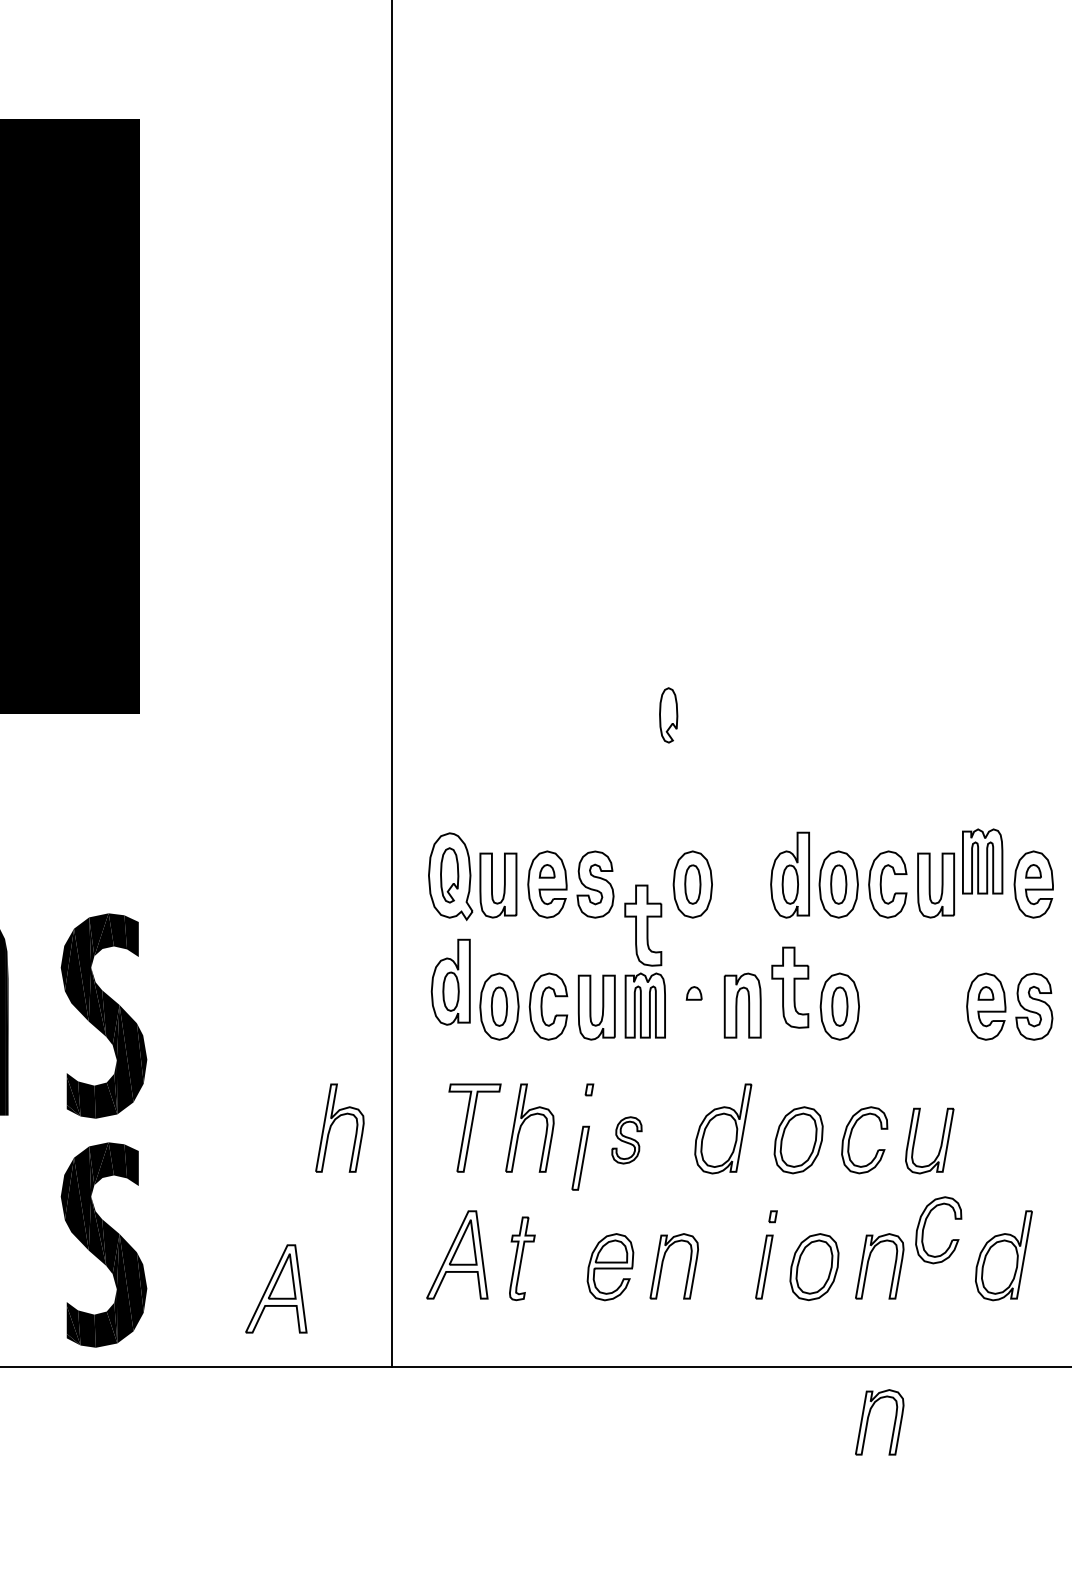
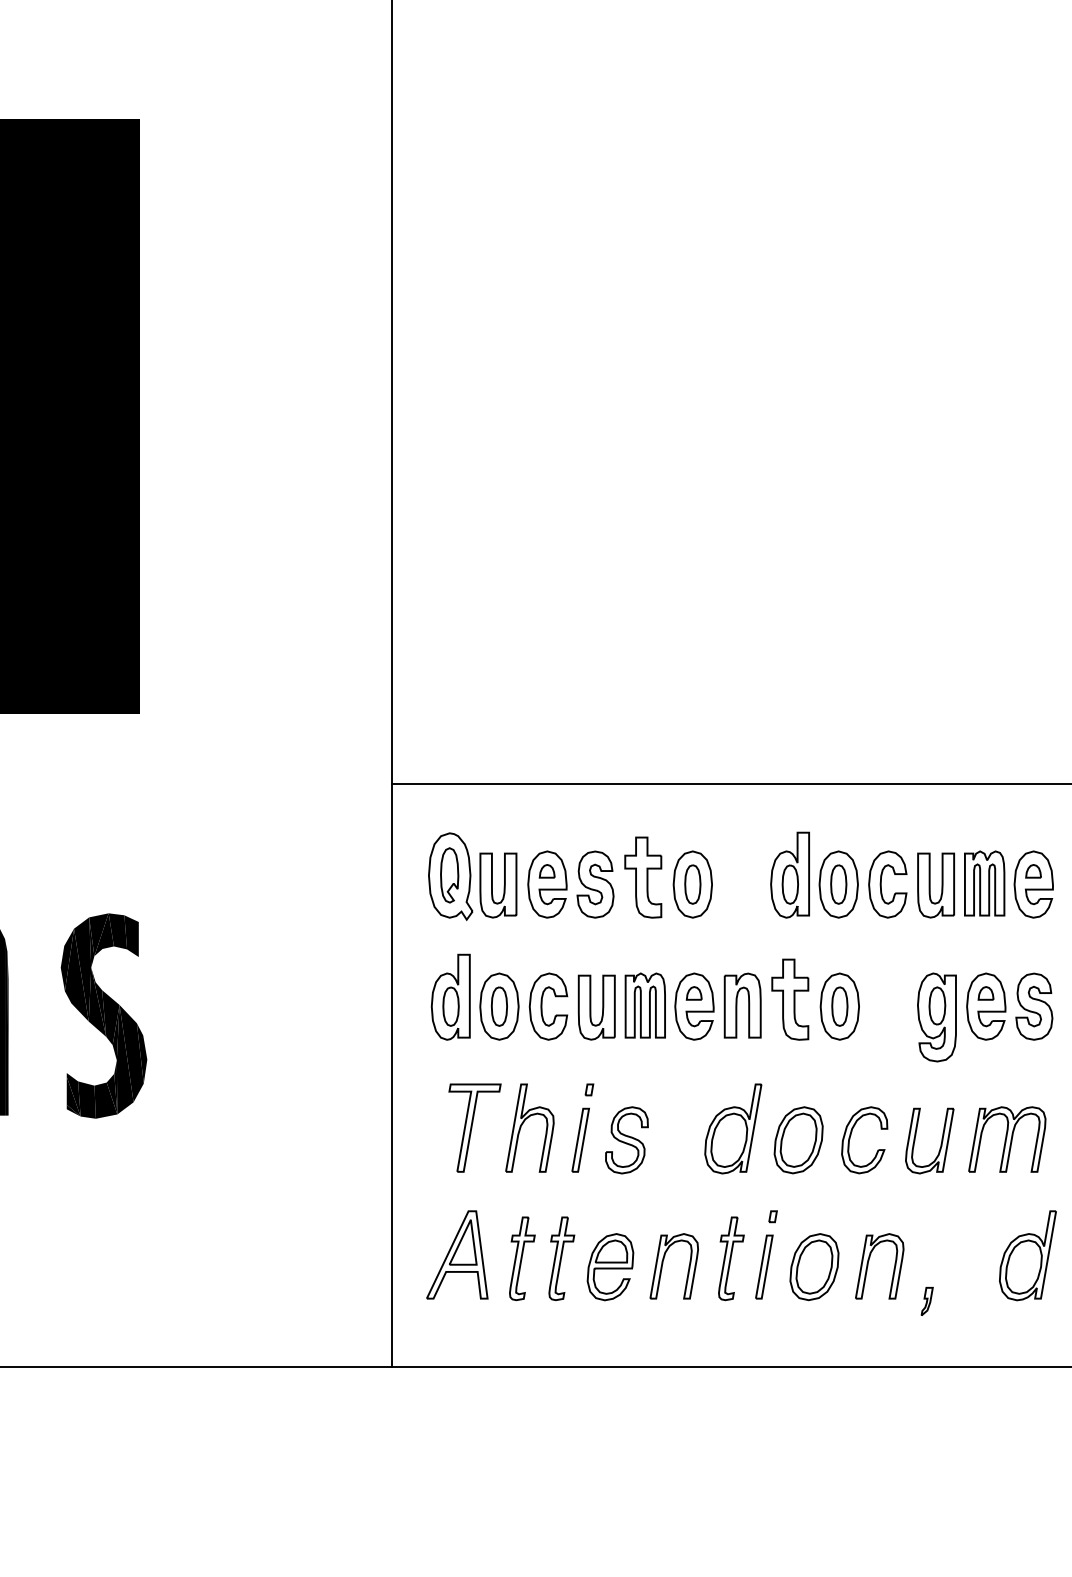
part at (668, 715): present -> none
line at (729, 784): none -> present
part at (982, 861) position: (982, 861) -> (984, 883)
part at (643, 925) position: (643, 925) -> (643, 877)
part at (450, 981) position: (450, 981) -> (450, 996)
part at (790, 987) position: (790, 987) -> (790, 999)
part at (694, 1006): none -> present
part at (936, 1017): none -> present
part at (334, 1122): present -> none
part at (723, 1128) position: (723, 1128) -> (733, 1128)
part at (1007, 1139): none -> present
part at (626, 1140) size: 32x49 px -> 44x69 px
part at (580, 1157) position: (580, 1157) -> (580, 1139)
part at (925, 1225): present -> none
part at (103, 1244): present -> none
part at (1003, 1255) position: (1003, 1255) -> (1027, 1255)
part at (561, 1258): none -> present
part at (731, 1258): none -> present
part at (276, 1288): present -> none
part at (926, 1300): none -> present
part at (868, 1422): present -> none
